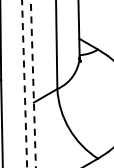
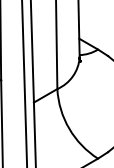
line at (33, 83): dashed -> solid
line at (24, 84): dashed -> solid
